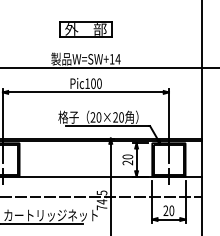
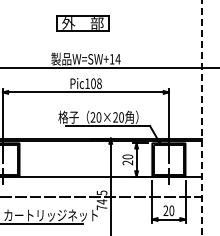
part at (85, 29) position: (85, 29) -> (82, 23)
text at (99, 83): Pic100 -> Pic108
line at (202, 118): solid -> dashed
